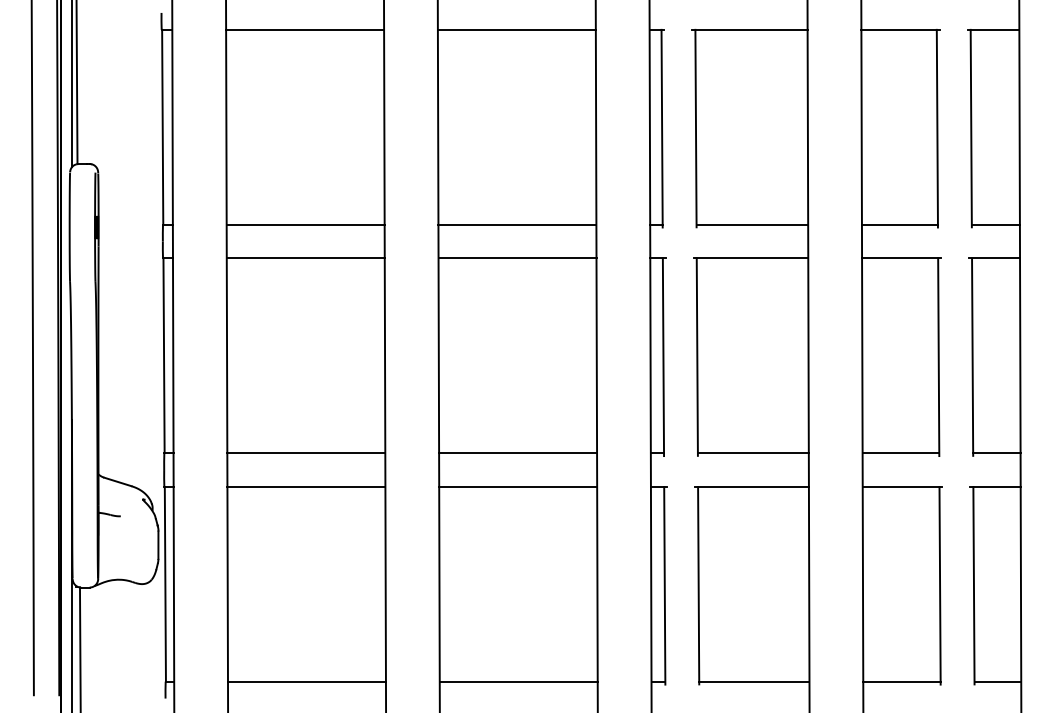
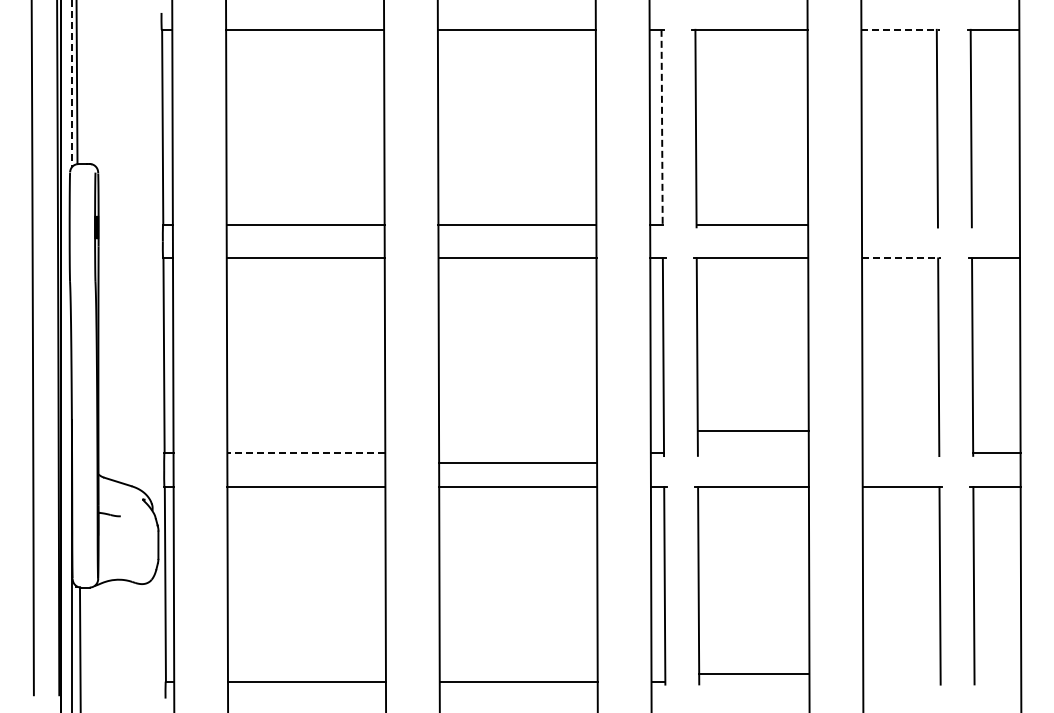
line at (900, 29): solid -> dashed
line at (71, 84): solid -> dashed
line at (662, 128): solid -> dashed
line at (899, 224): present -> none
line at (995, 224): present -> none
line at (901, 258): solid -> dashed
line at (306, 453): solid -> dashed
line at (518, 453) position: (518, 453) -> (518, 463)
line at (752, 453) position: (752, 453) -> (752, 431)
line at (900, 453): present -> none
line at (754, 681) position: (754, 681) -> (754, 673)
line at (901, 681): present -> none
line at (997, 681): present -> none
